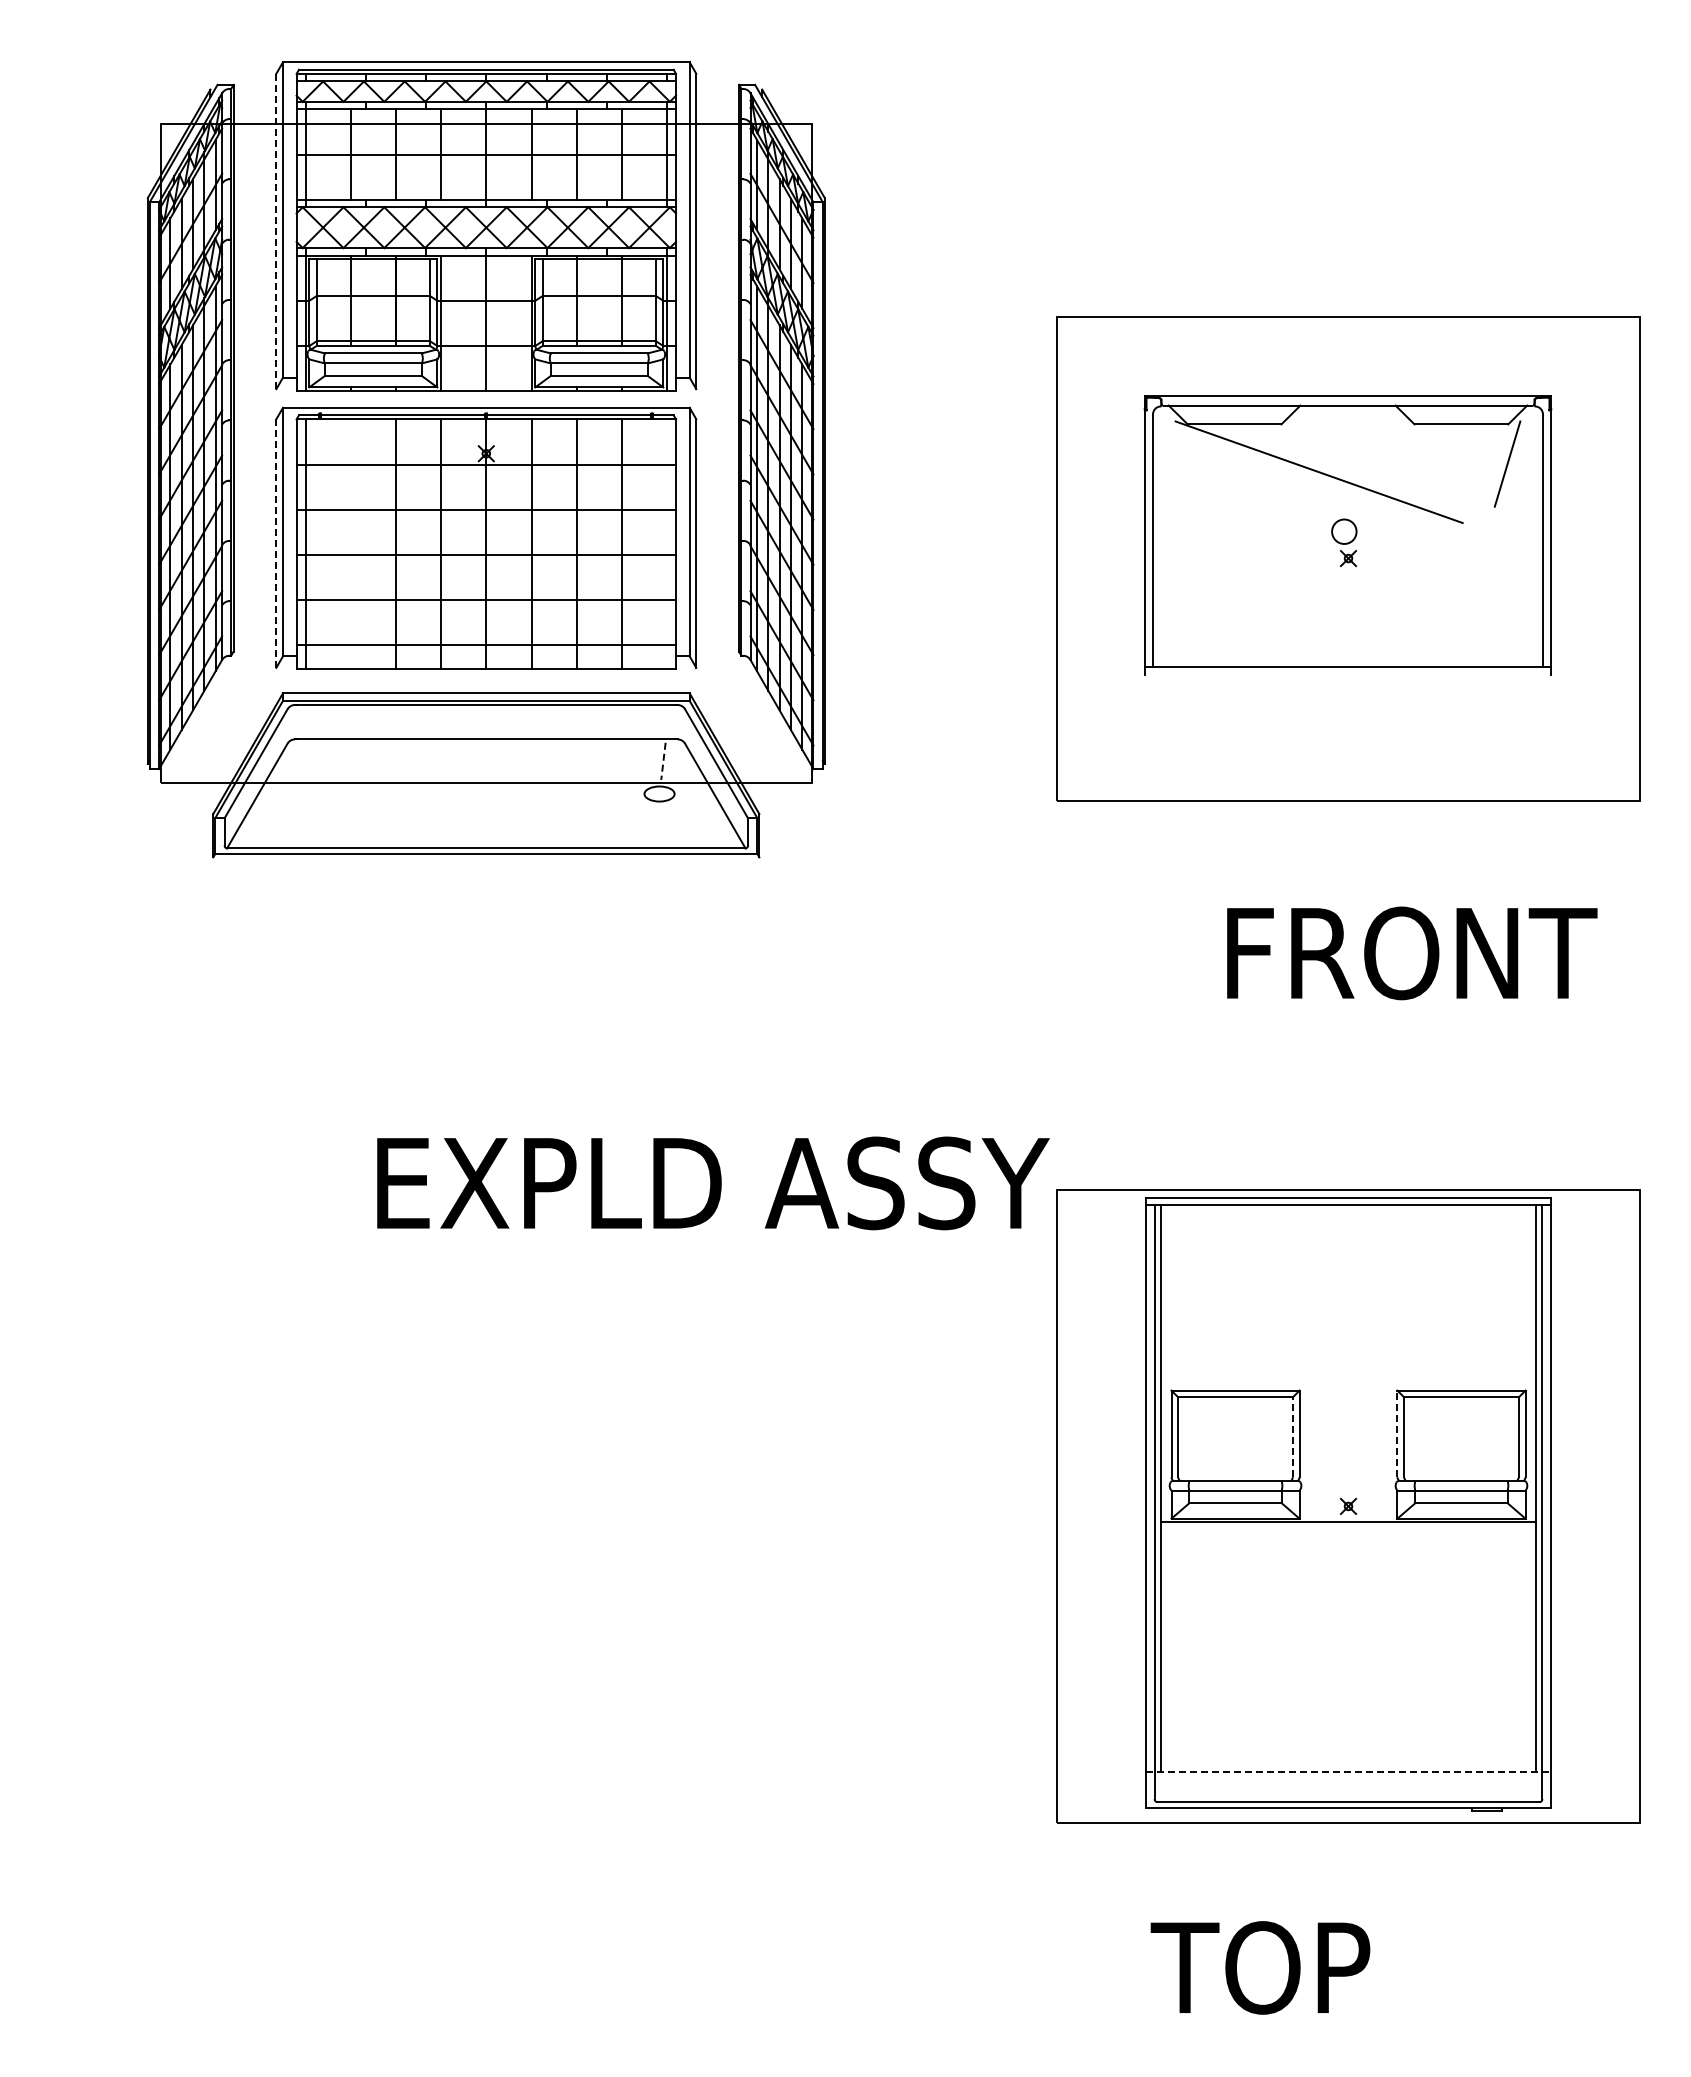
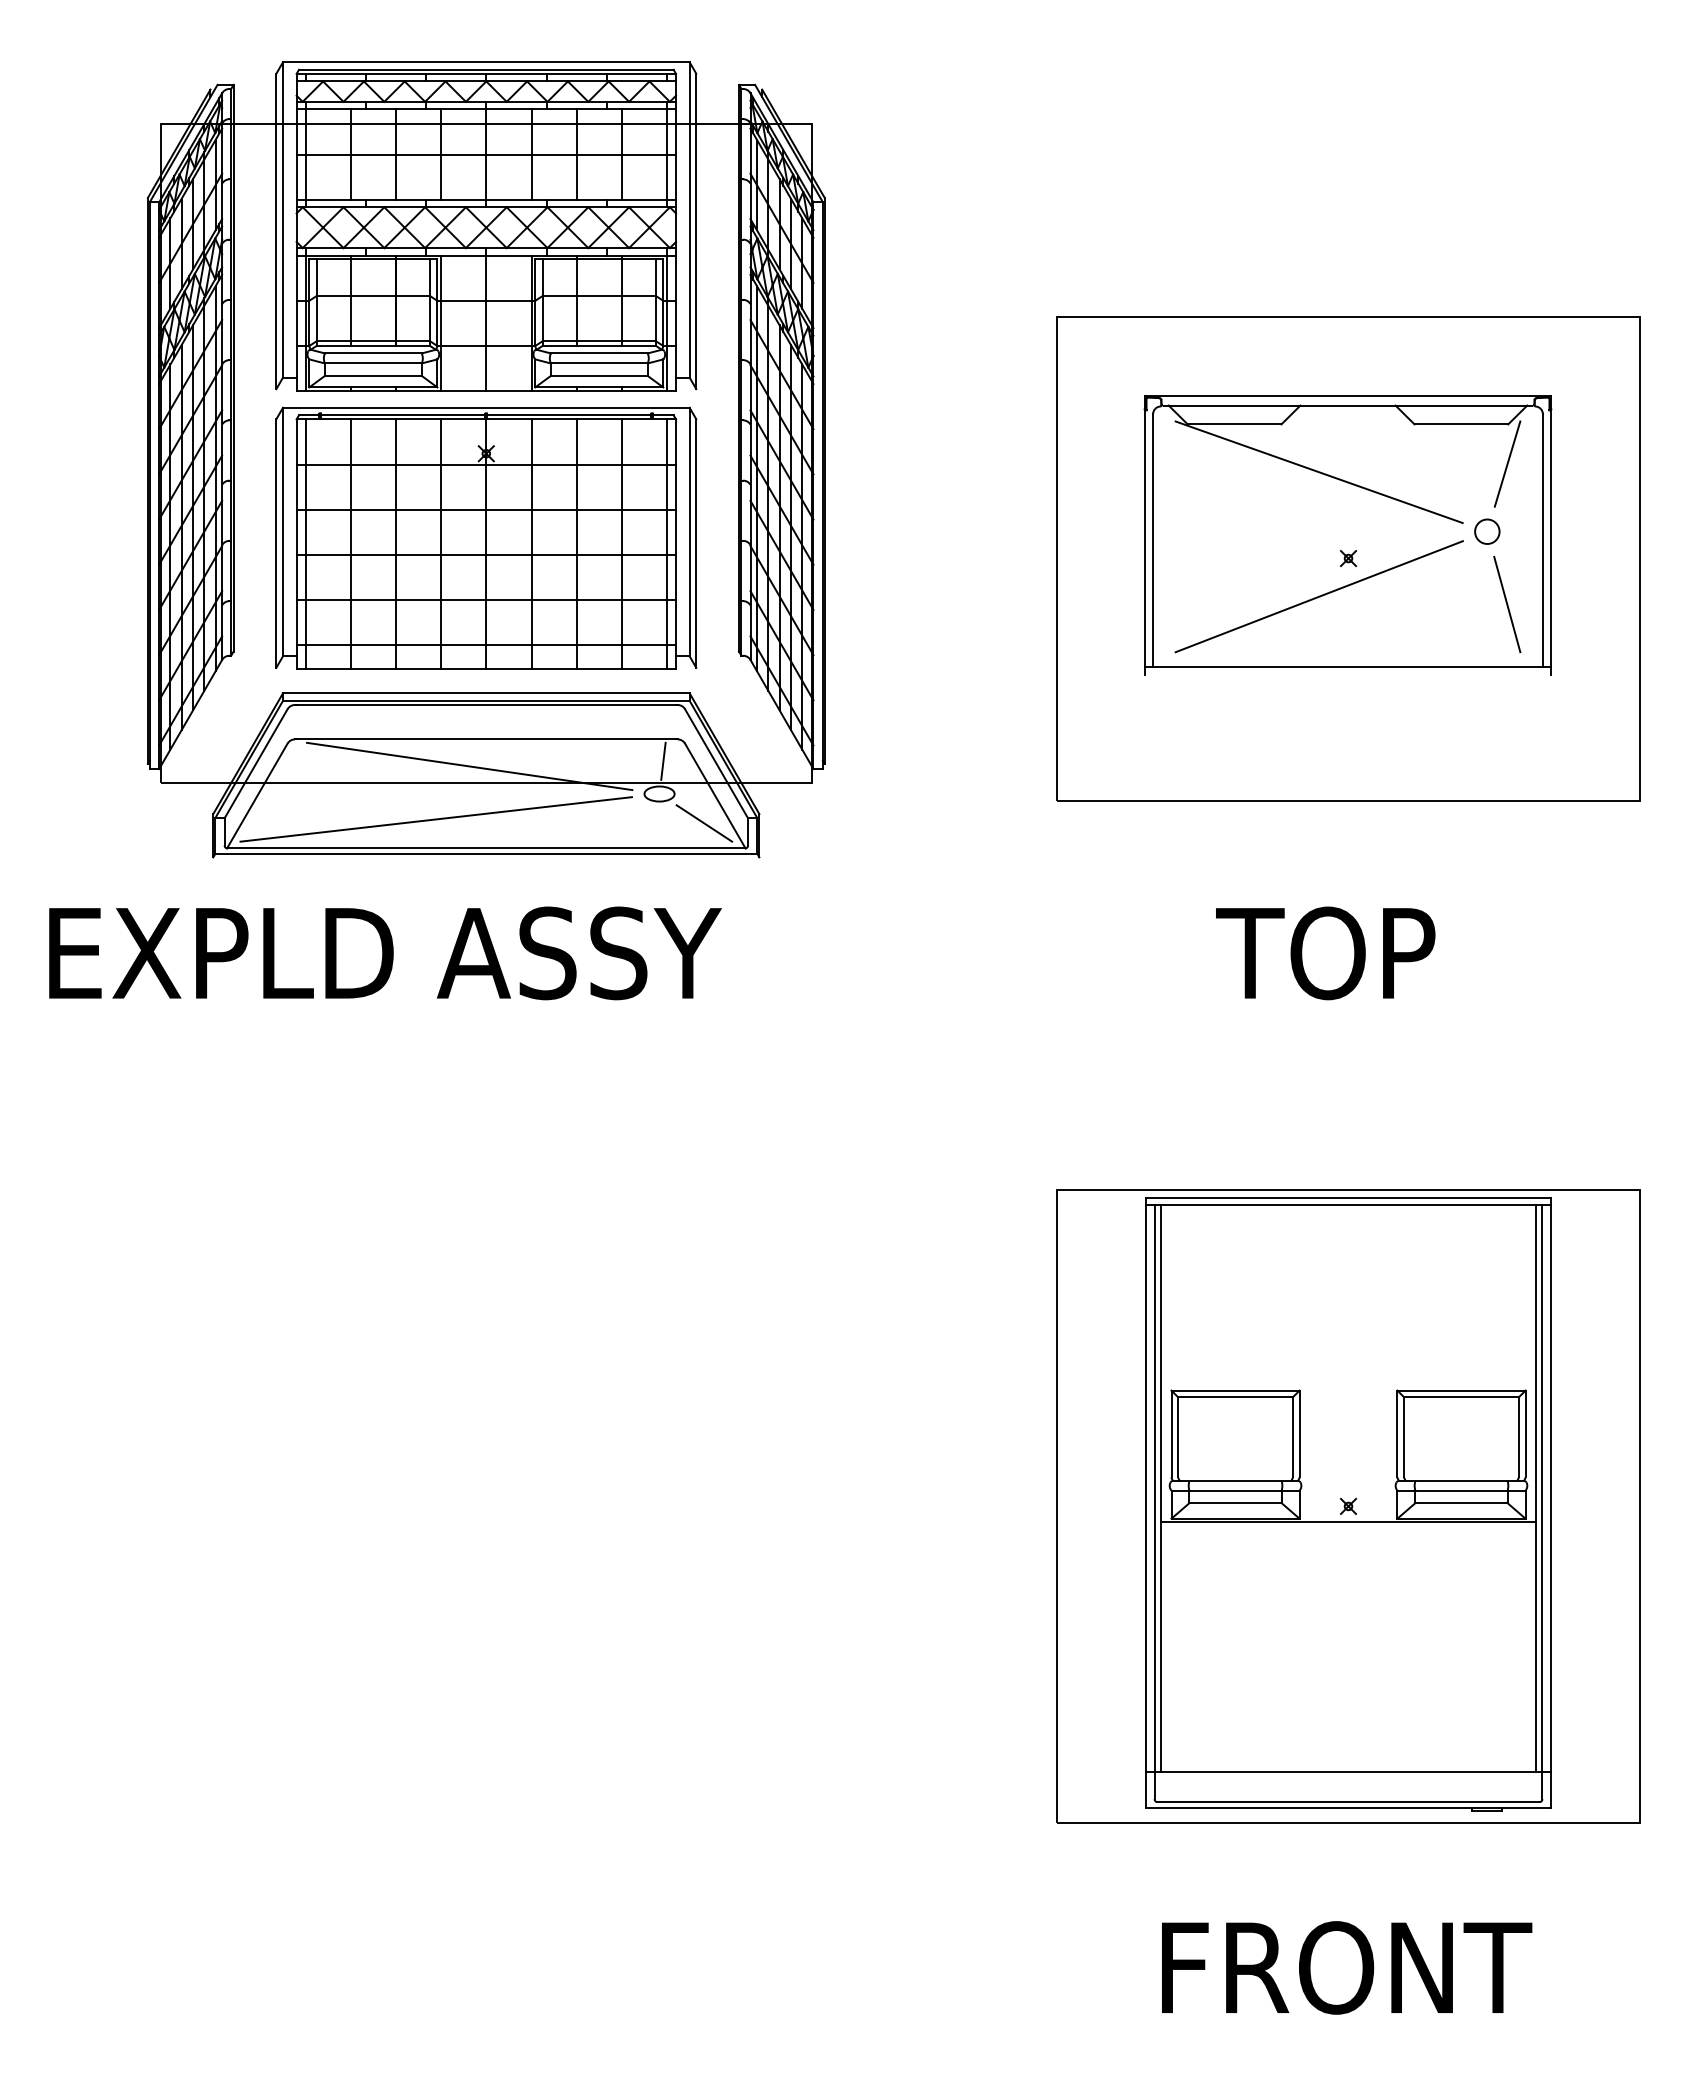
line at (276, 231): dashed -> solid
circle at (1344, 531) position: (1344, 531) -> (1487, 531)
line at (350, 543): none -> present
line at (667, 543): none -> present
line at (276, 544): dashed -> solid
line at (1318, 596): none -> present
line at (1507, 604): none -> present
line at (663, 761): dashed -> solid
line at (469, 766): none -> present
line at (435, 819): none -> present
line at (704, 823): none -> present
text at (1406, 953): FRONT -> TOP
text at (713, 1183) position: (713, 1183) -> (385, 953)
line at (1397, 1433): dashed -> solid
line at (1292, 1436): dashed -> solid
line at (1349, 1771): dashed -> solid
text at (1341, 1967): TOP -> FRONT
